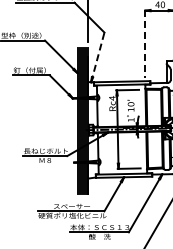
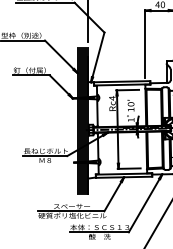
line at (145, 44): dashed -> solid
line at (97, 57): dashed -> solid
